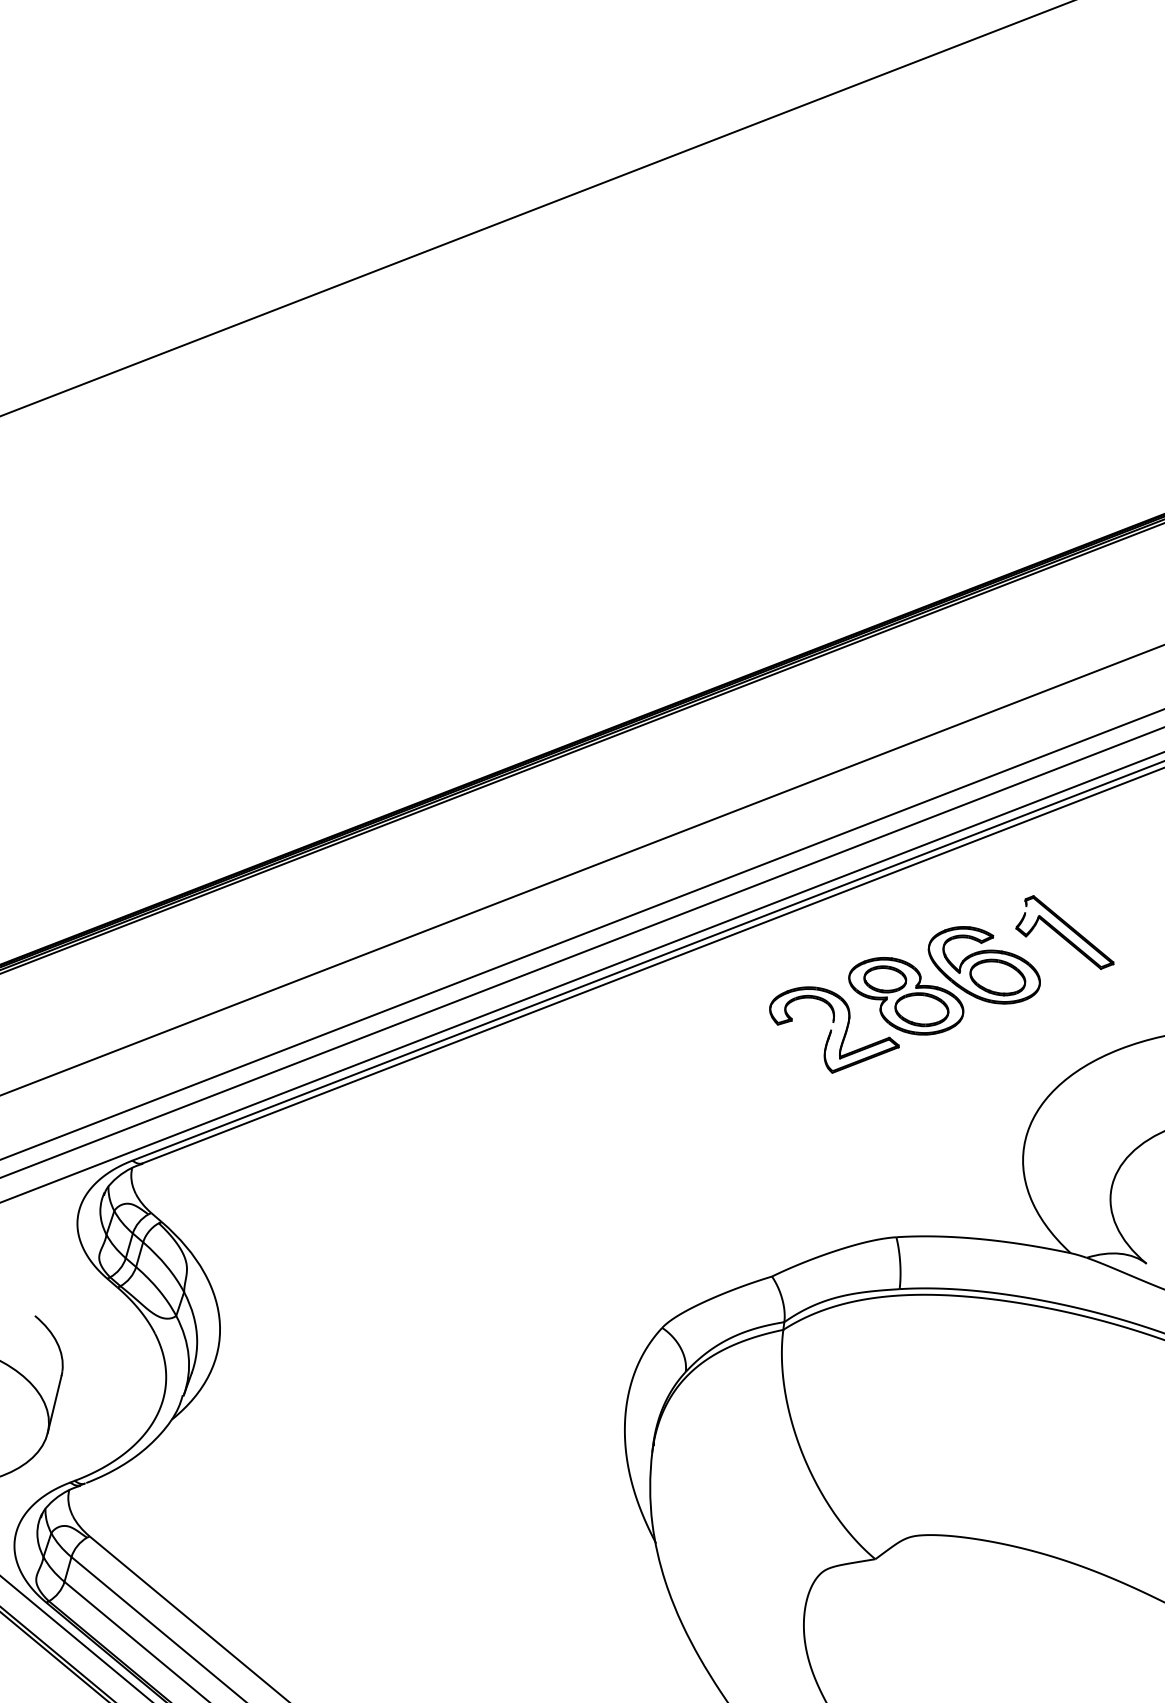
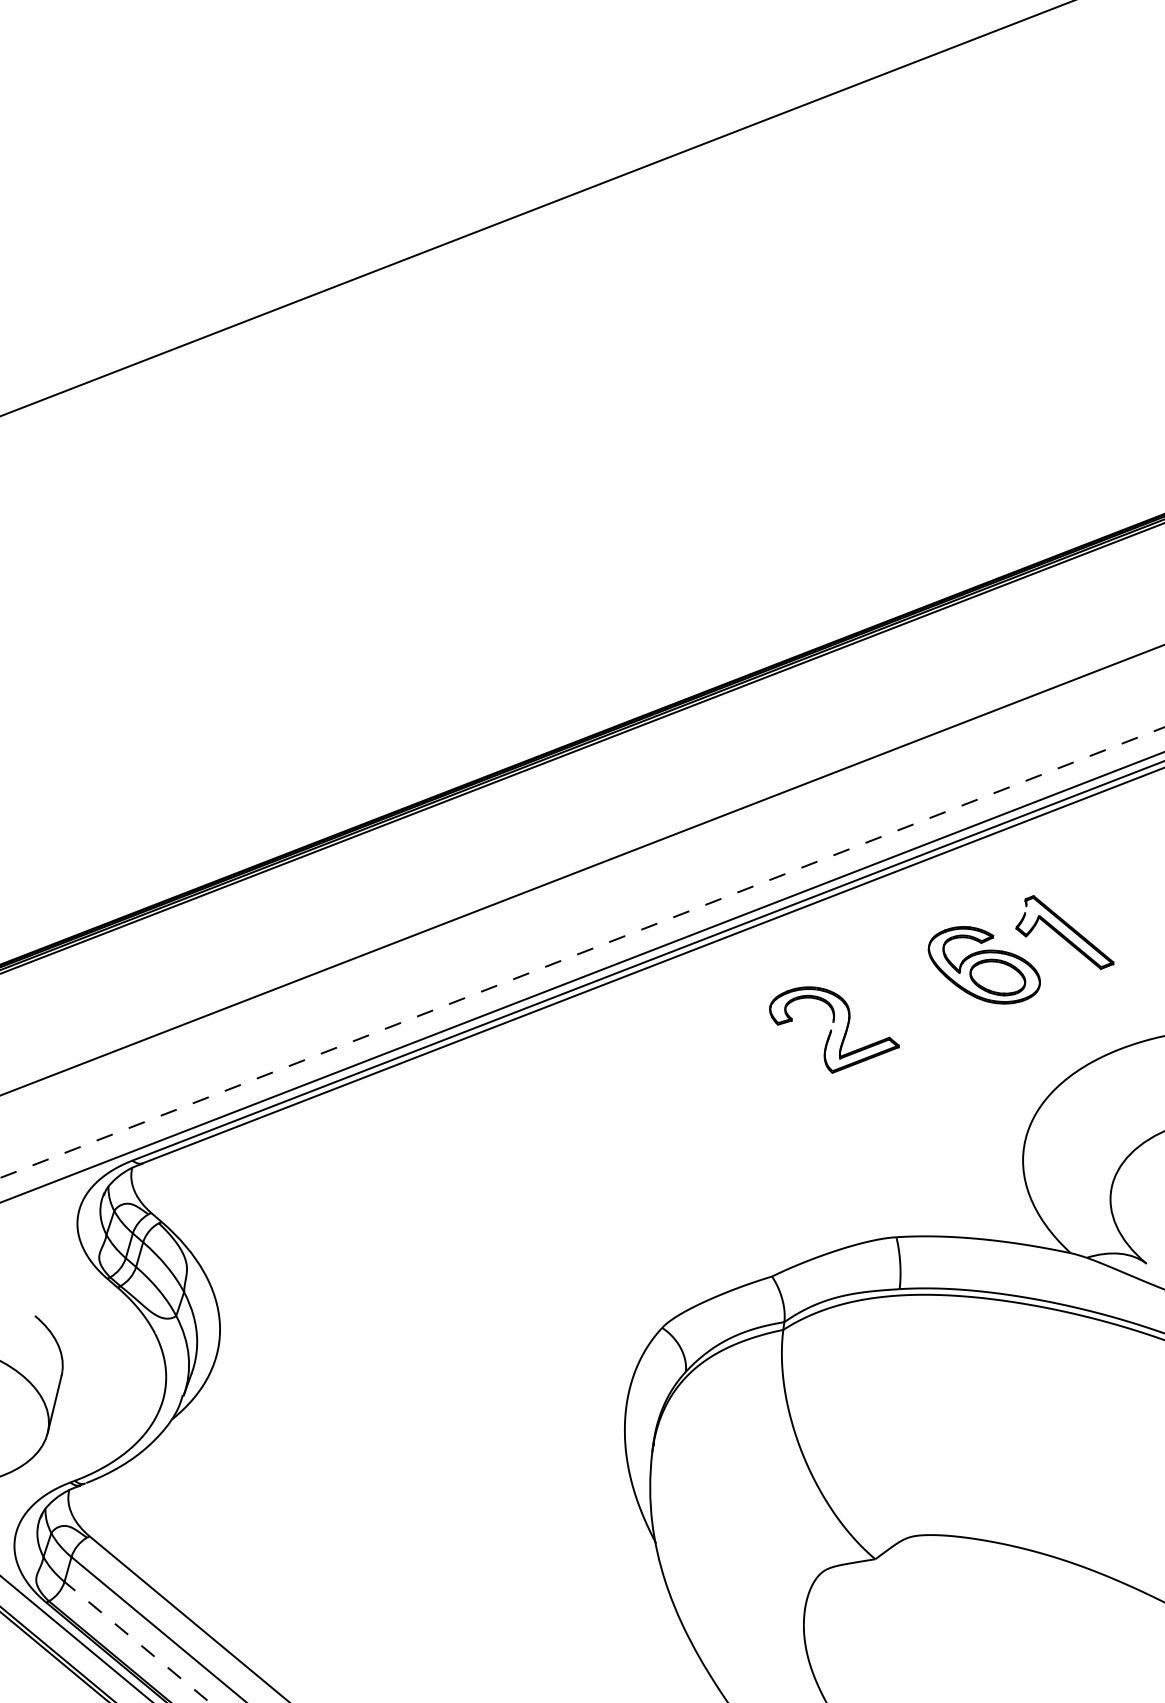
line at (581, 934): present -> none
line at (582, 952): solid -> dashed
part at (906, 996): present -> none
line at (136, 1641): solid -> dashed
